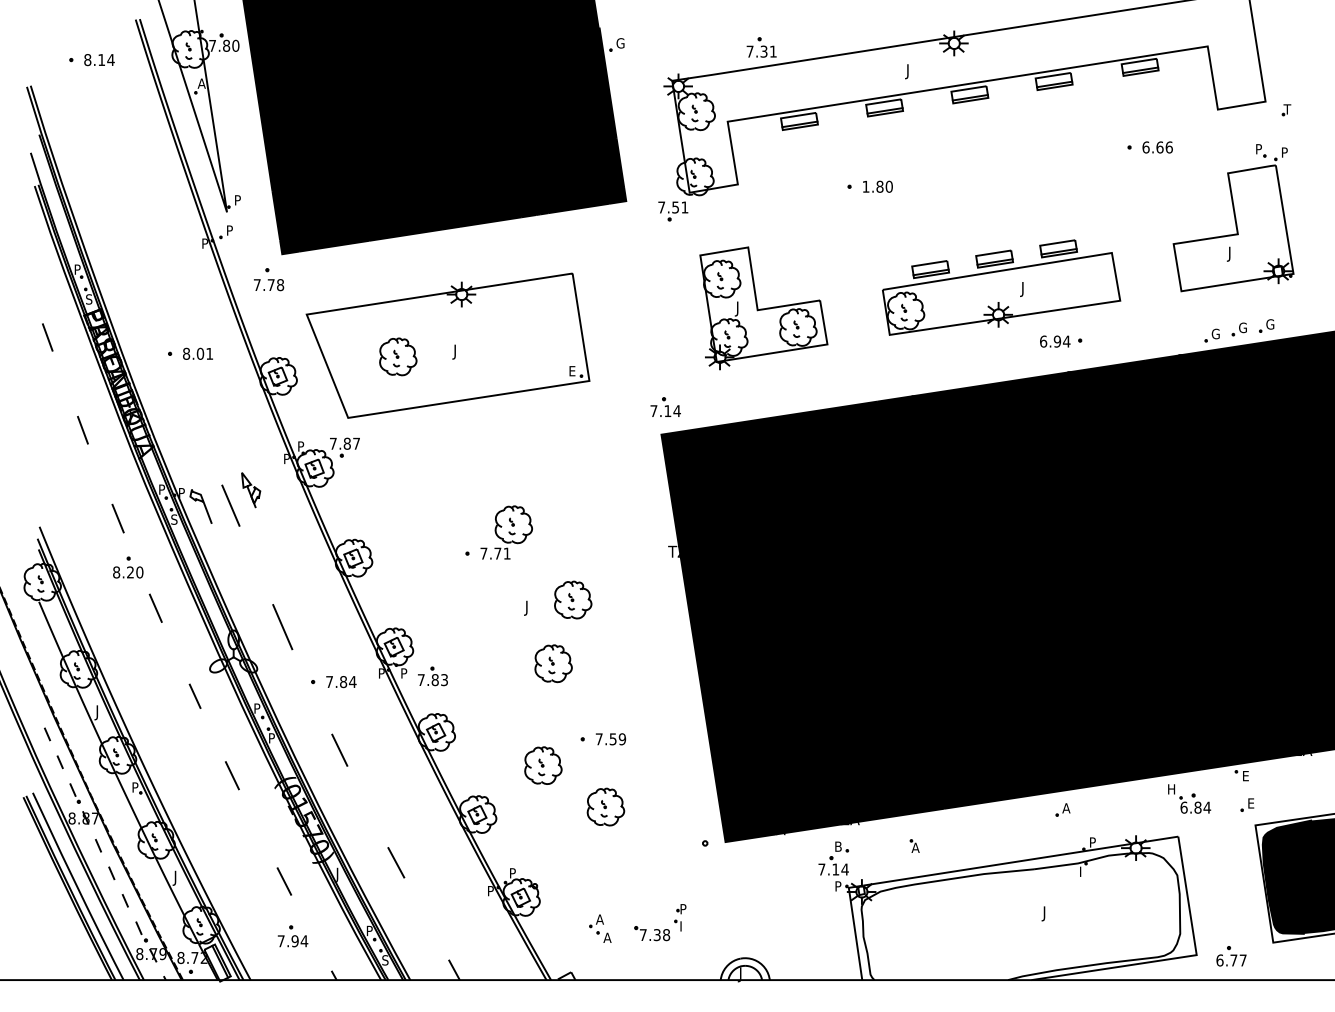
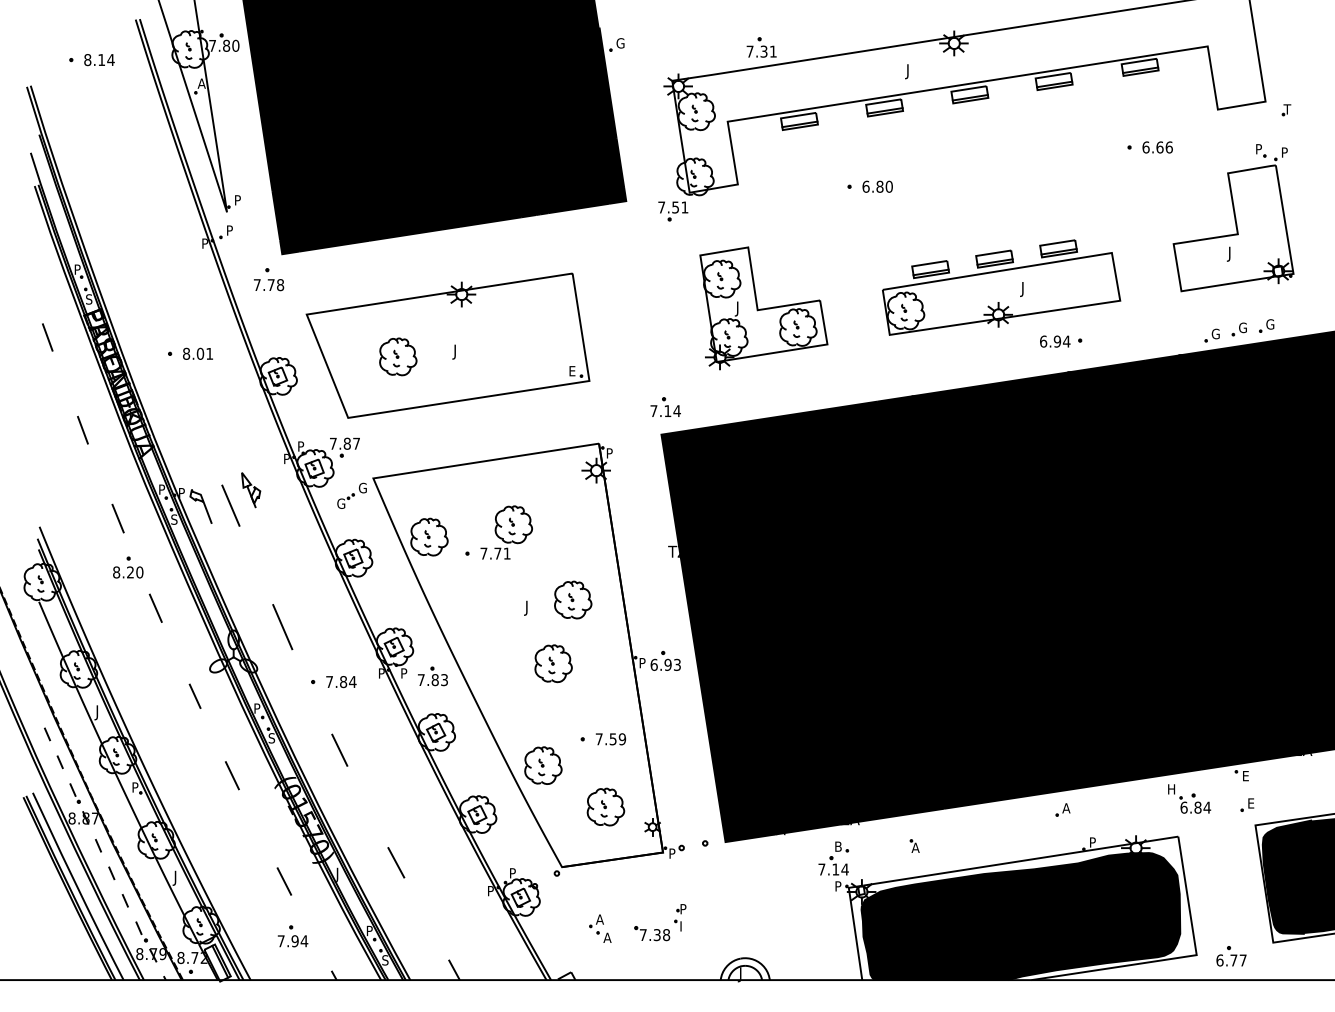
text at (865, 186): 1.80 -> 6.80
part at (510, 659): none -> present
text at (271, 738): P -> S
fill at (1020, 916): none -> present
